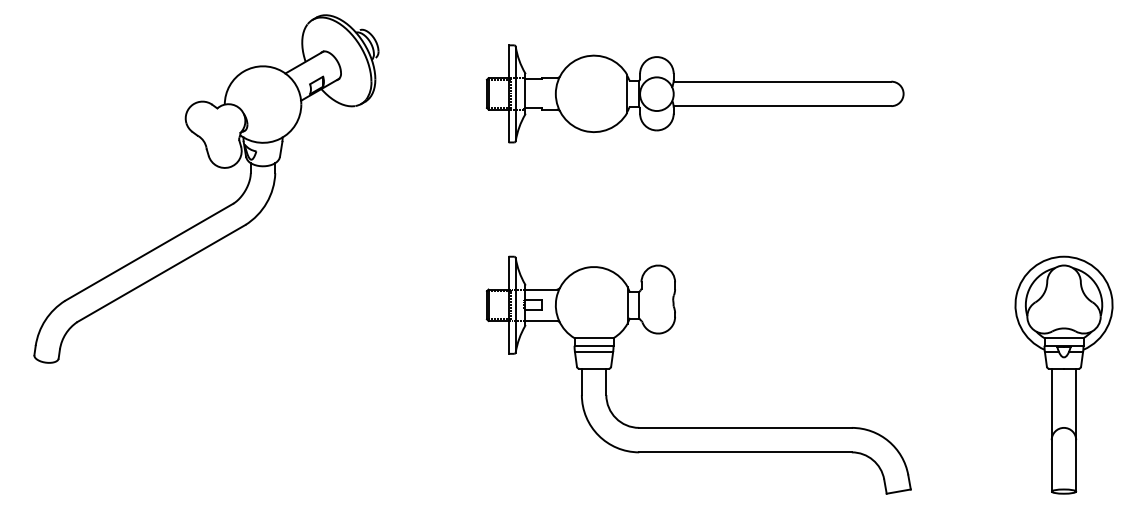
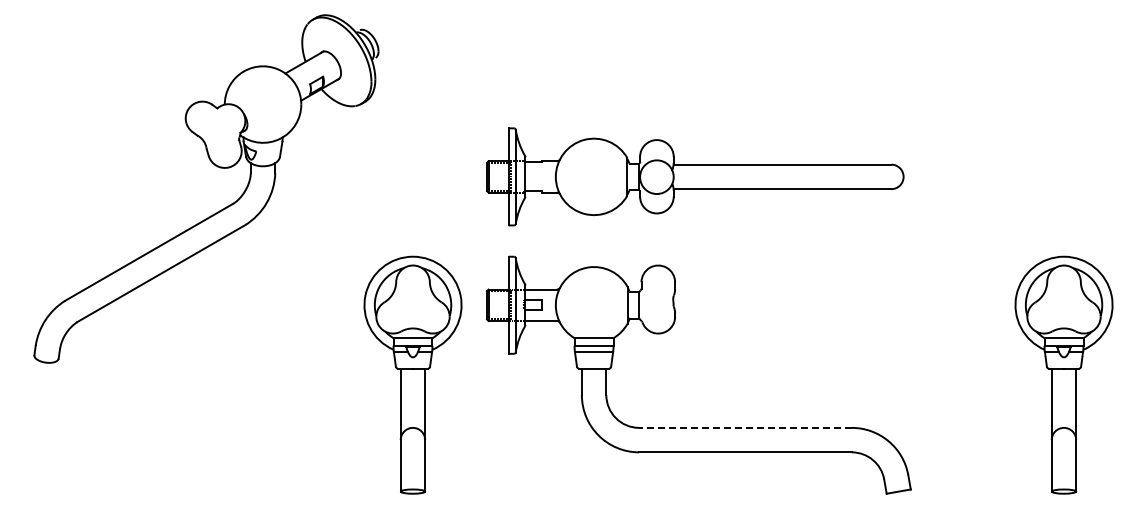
part at (695, 93) position: (695, 93) -> (695, 176)
part at (412, 374): none -> present
line at (745, 427): solid -> dashed
